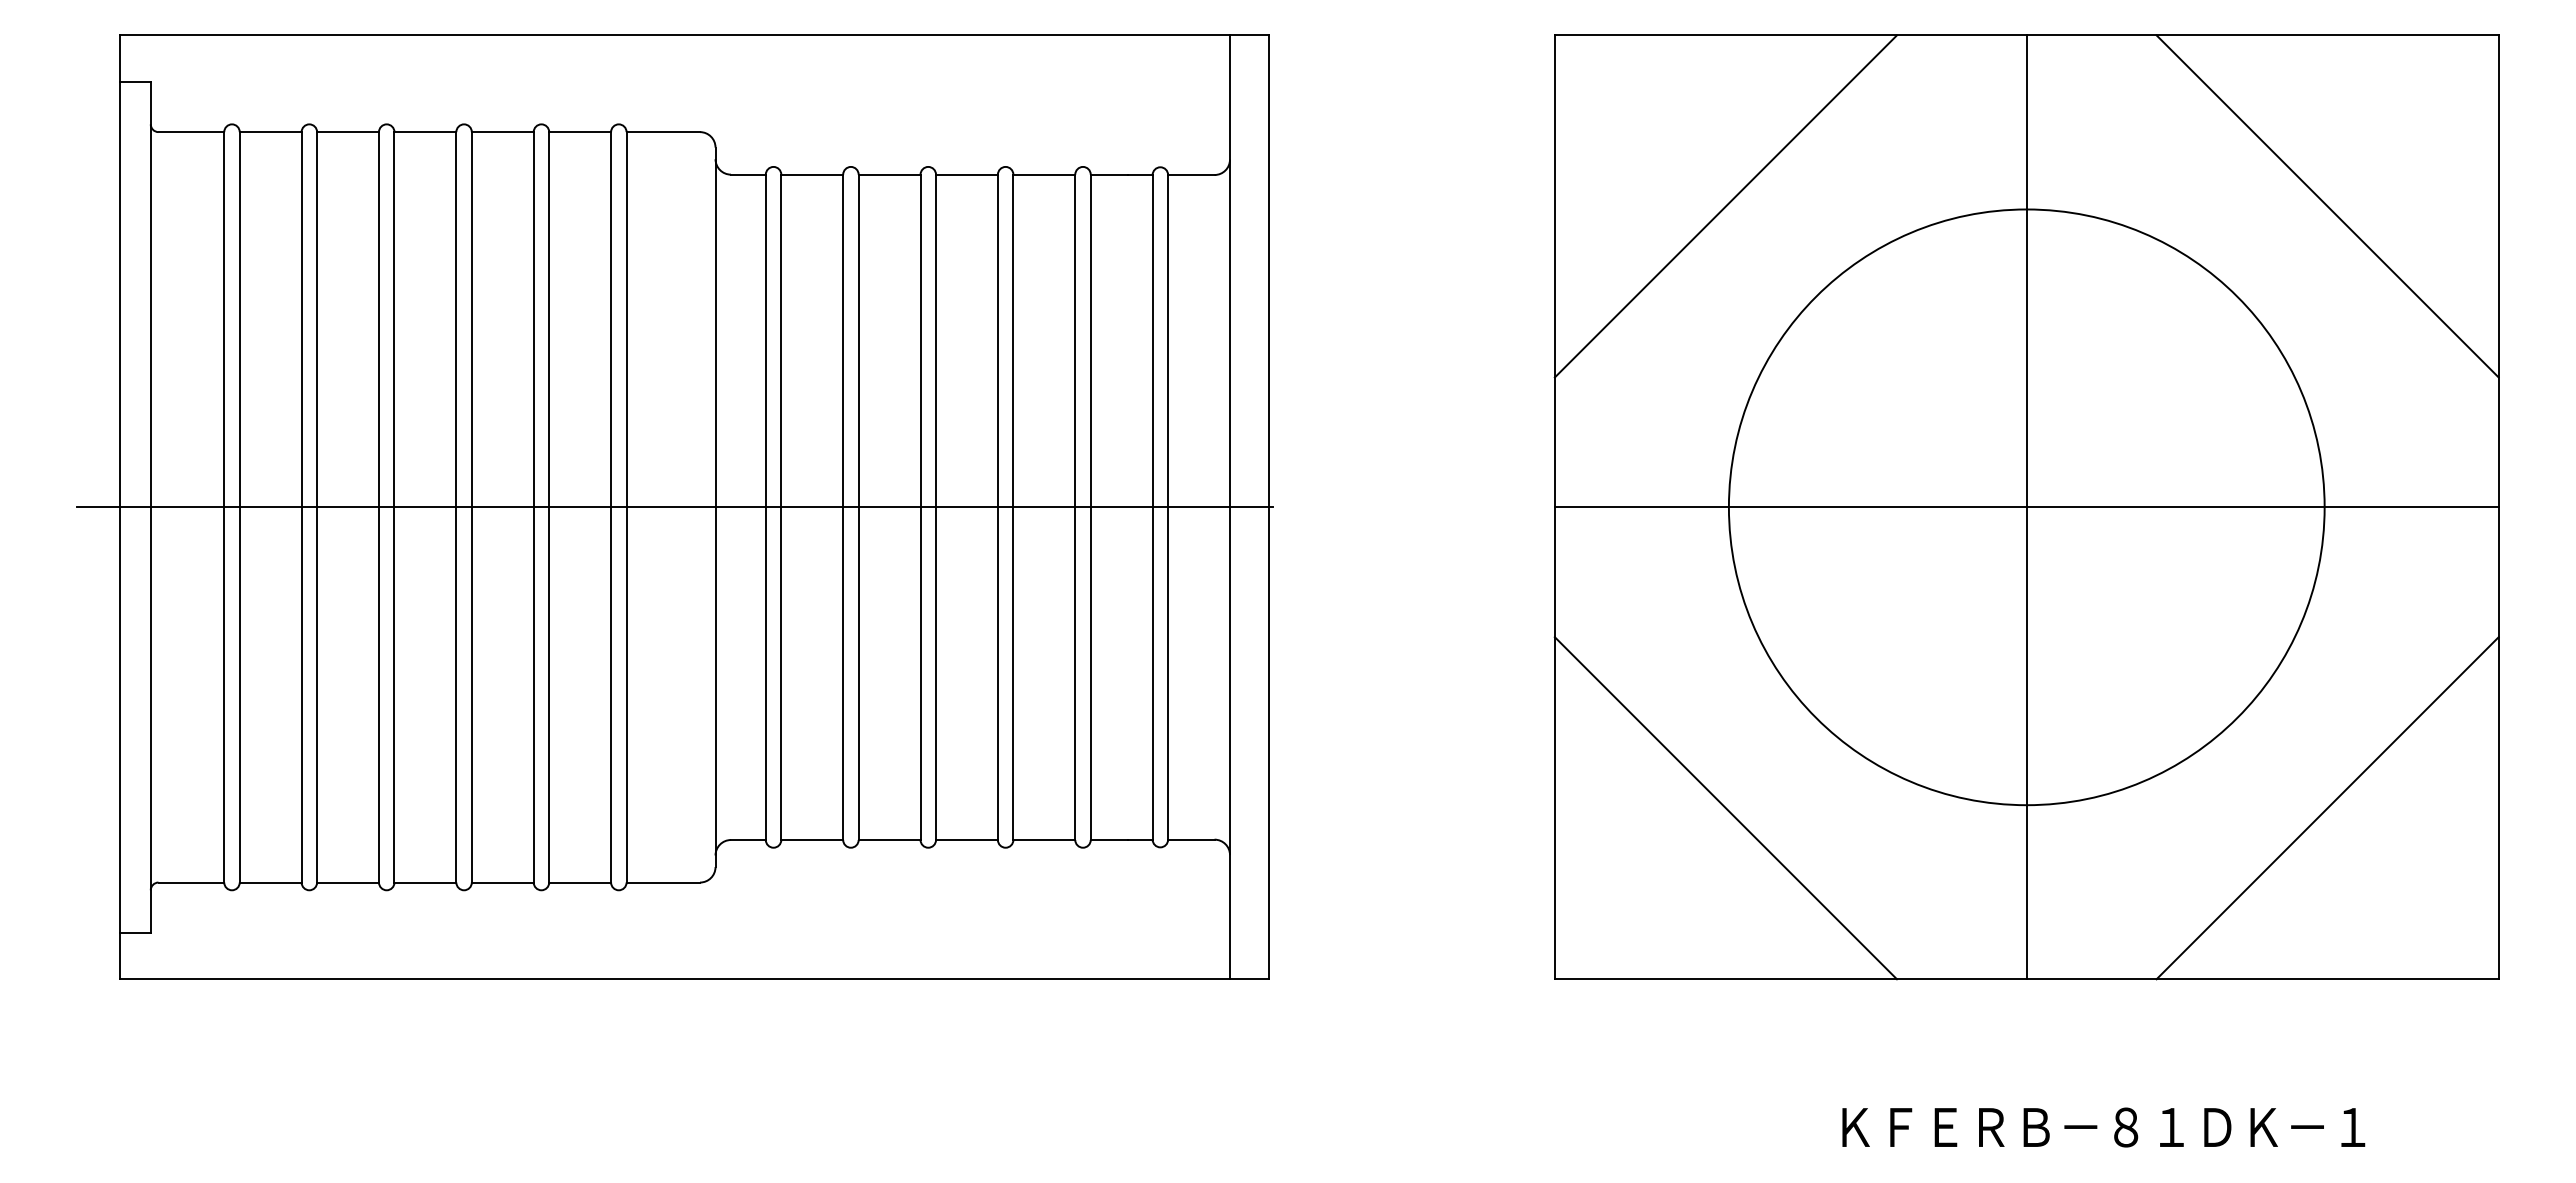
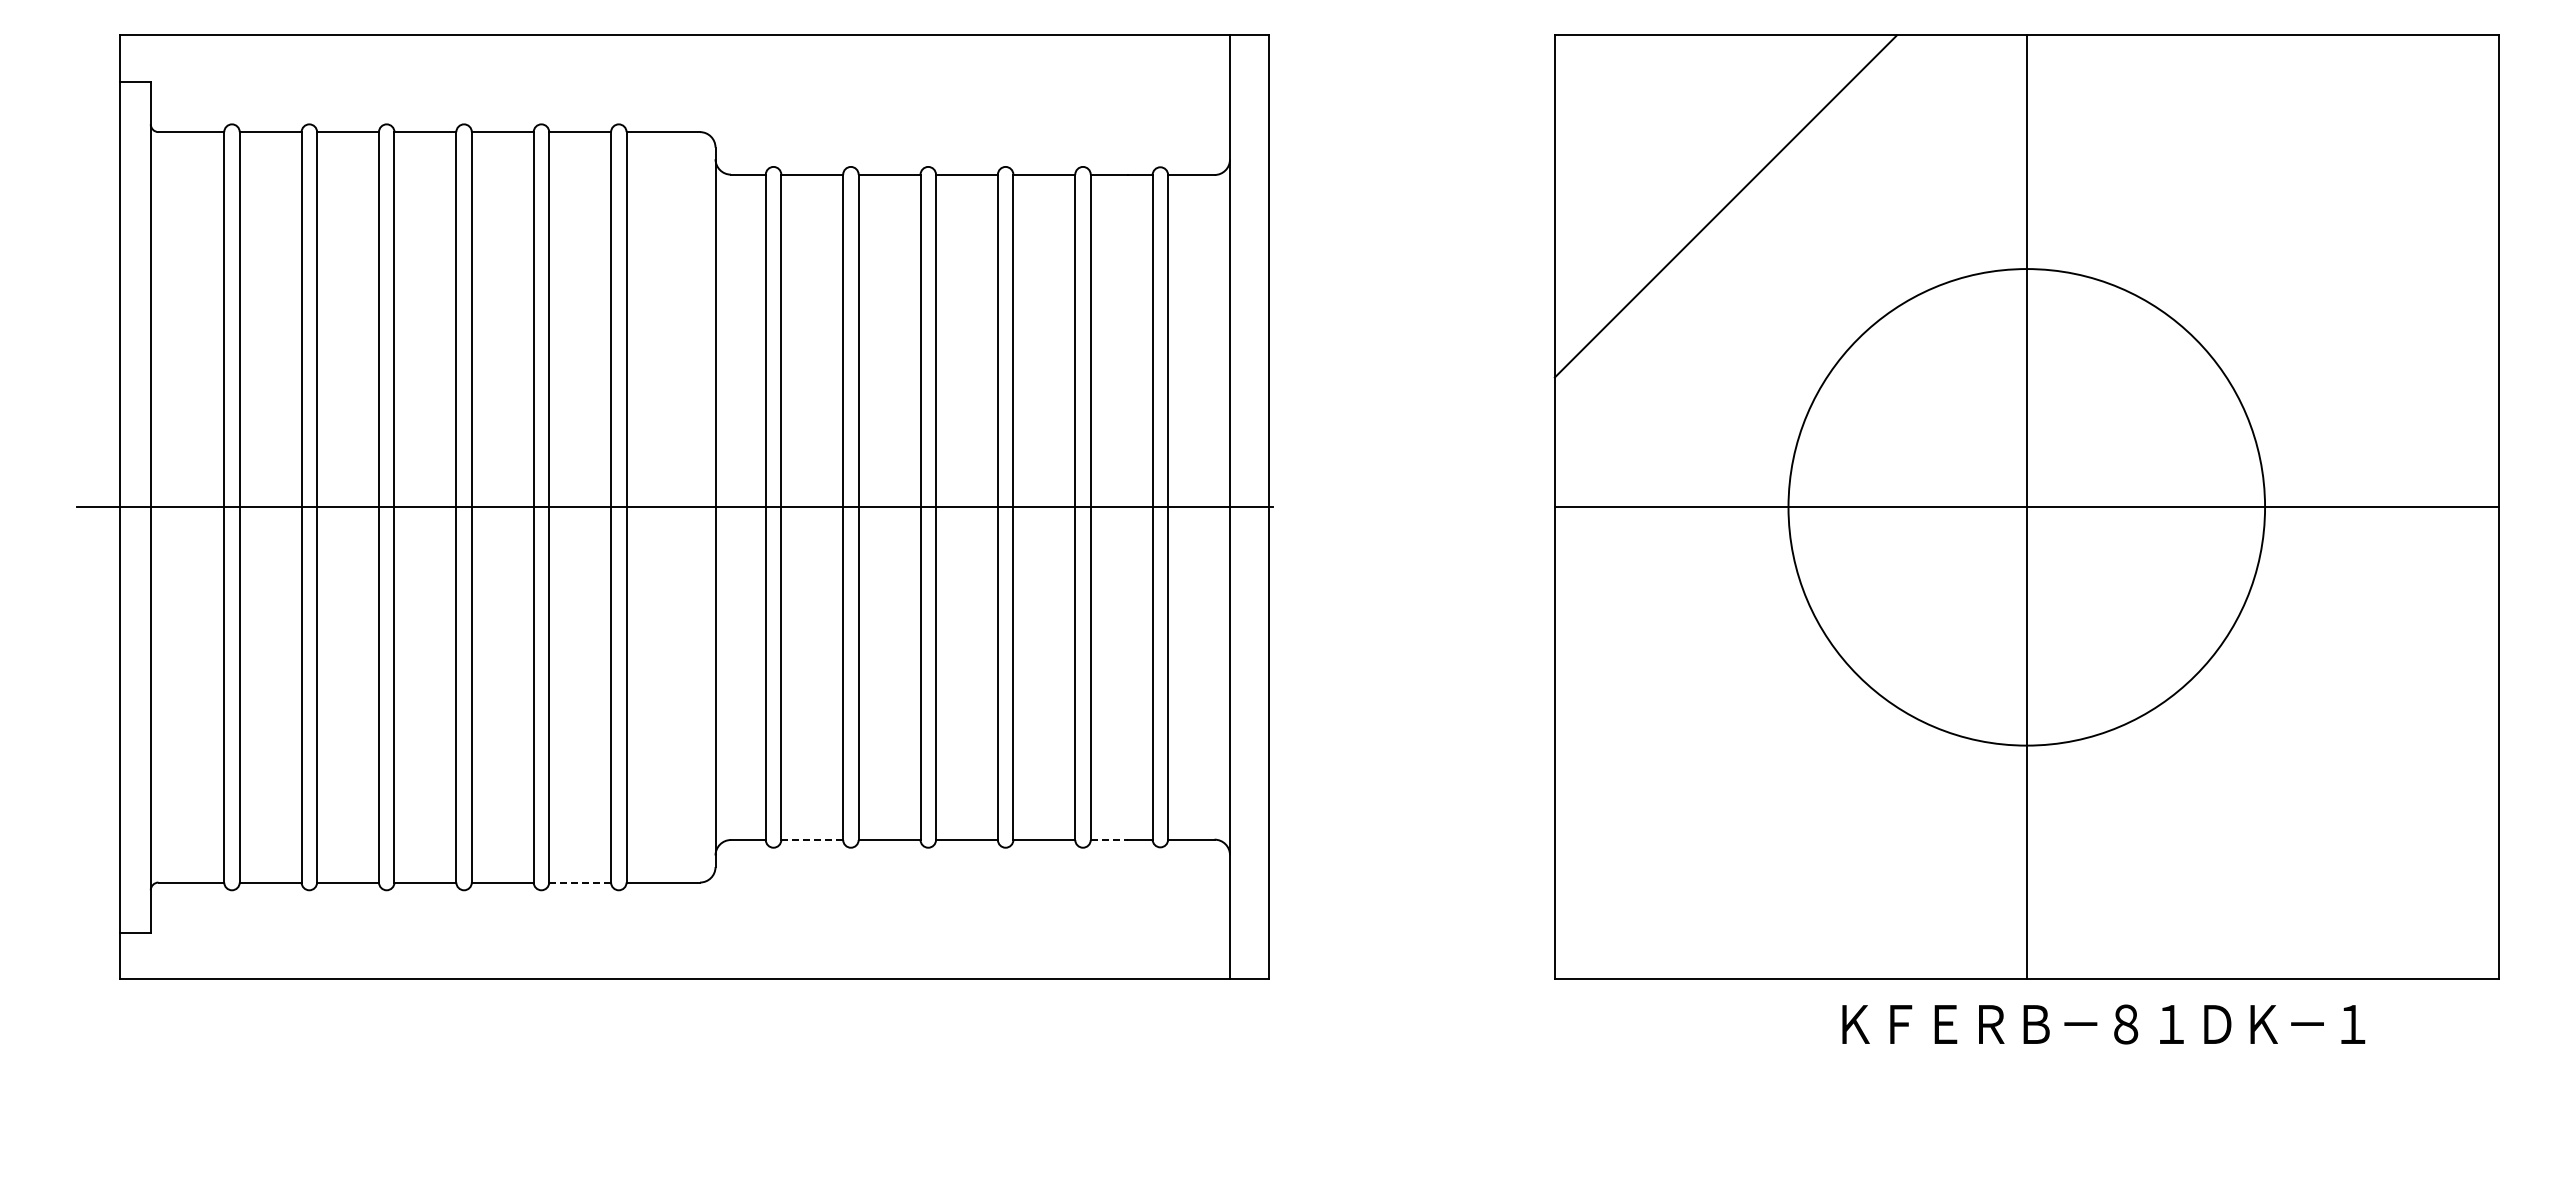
line at (2327, 206): present -> none
circle at (2026, 507) diameter: 596 px -> 477 px
line at (1725, 808): present -> none
line at (2327, 808): present -> none
line at (812, 840): solid -> dashed
line at (1109, 840): solid -> dashed
line at (580, 882): solid -> dashed
text at (2103, 1127) position: (2103, 1127) -> (2103, 1024)
